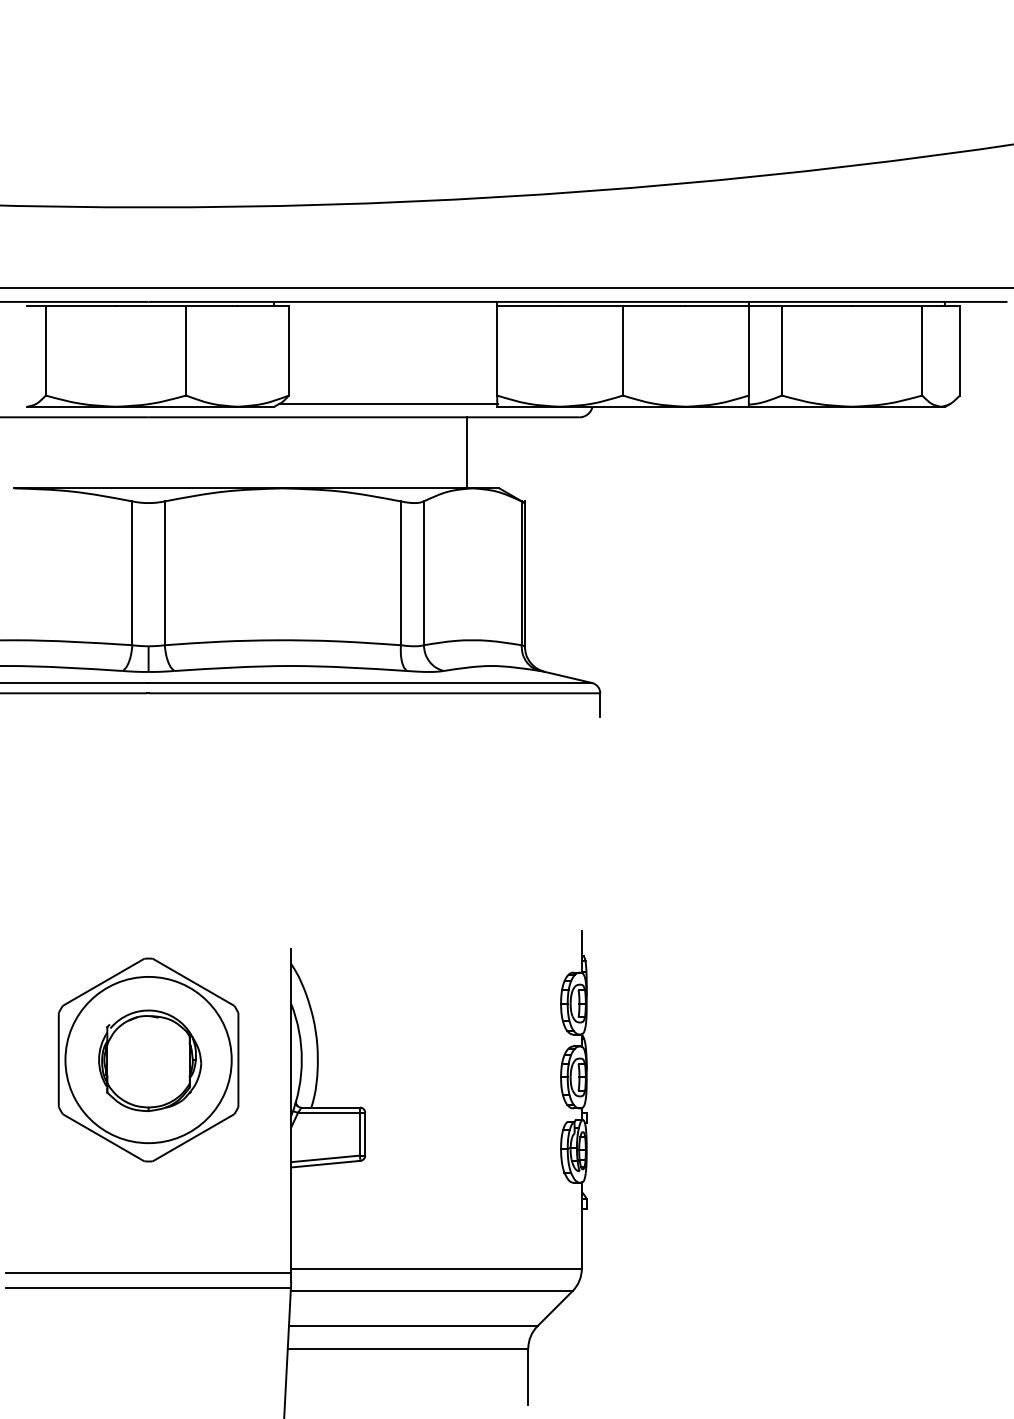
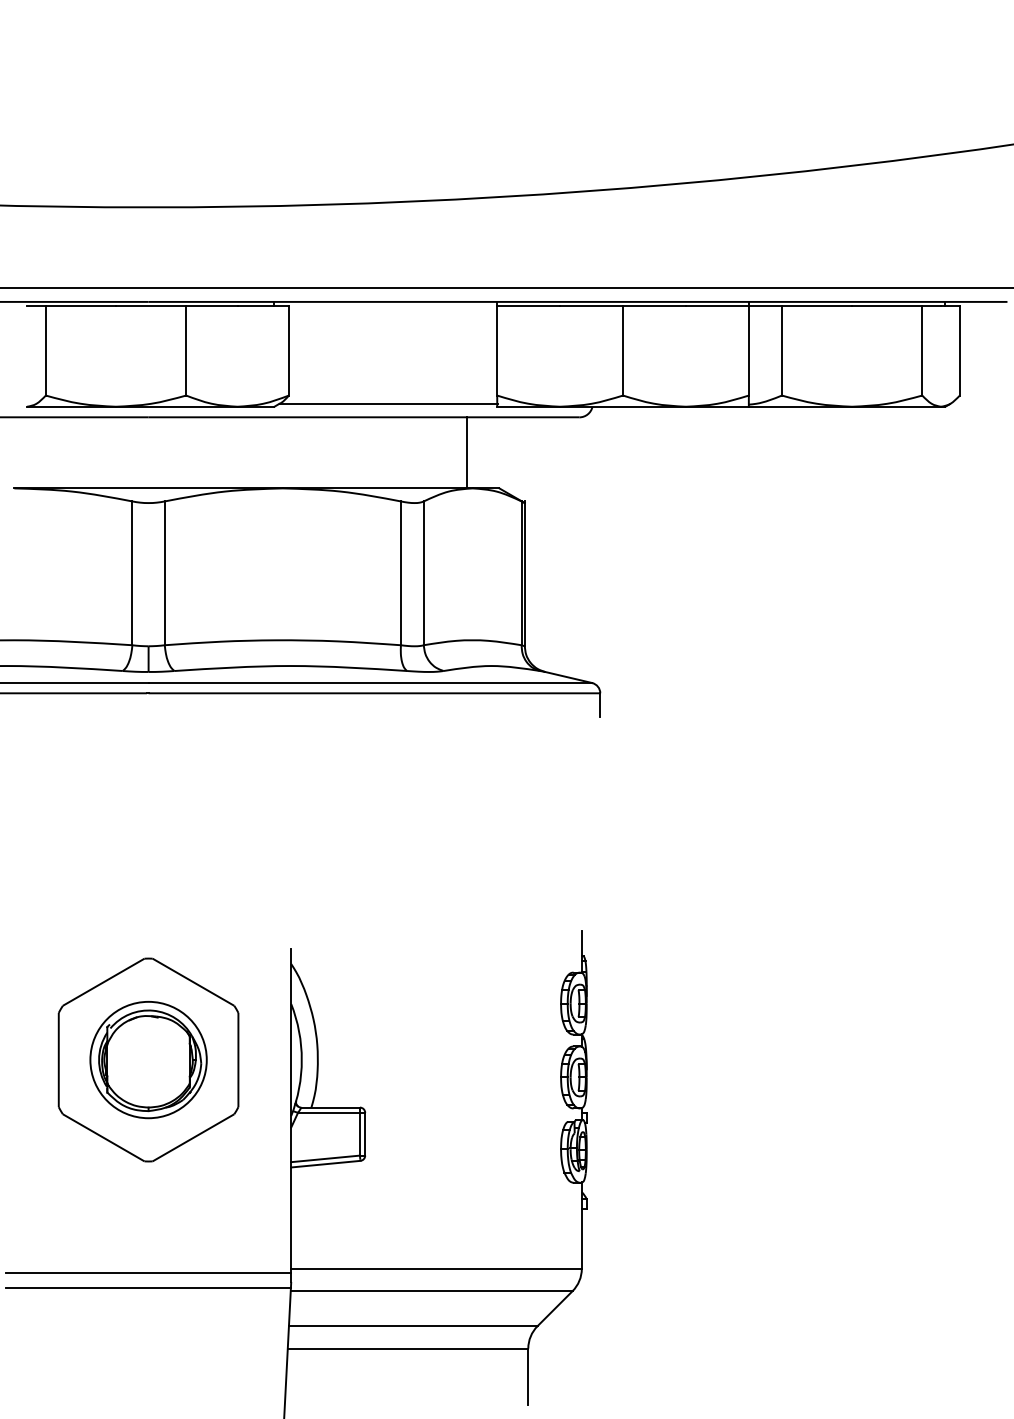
circle at (148, 1059) diameter: 166 px -> 116 px
